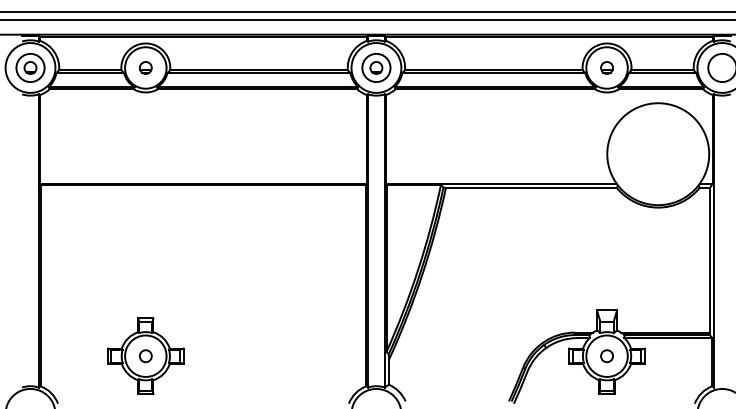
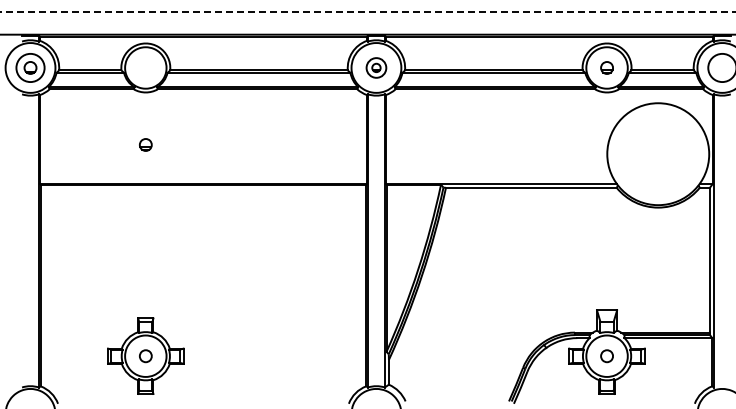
line at (367, 12): solid -> dashed
line at (367, 20): present -> none
part at (145, 67) position: (145, 67) -> (145, 144)
part at (376, 67) size: 31x30 px -> 23x22 px
